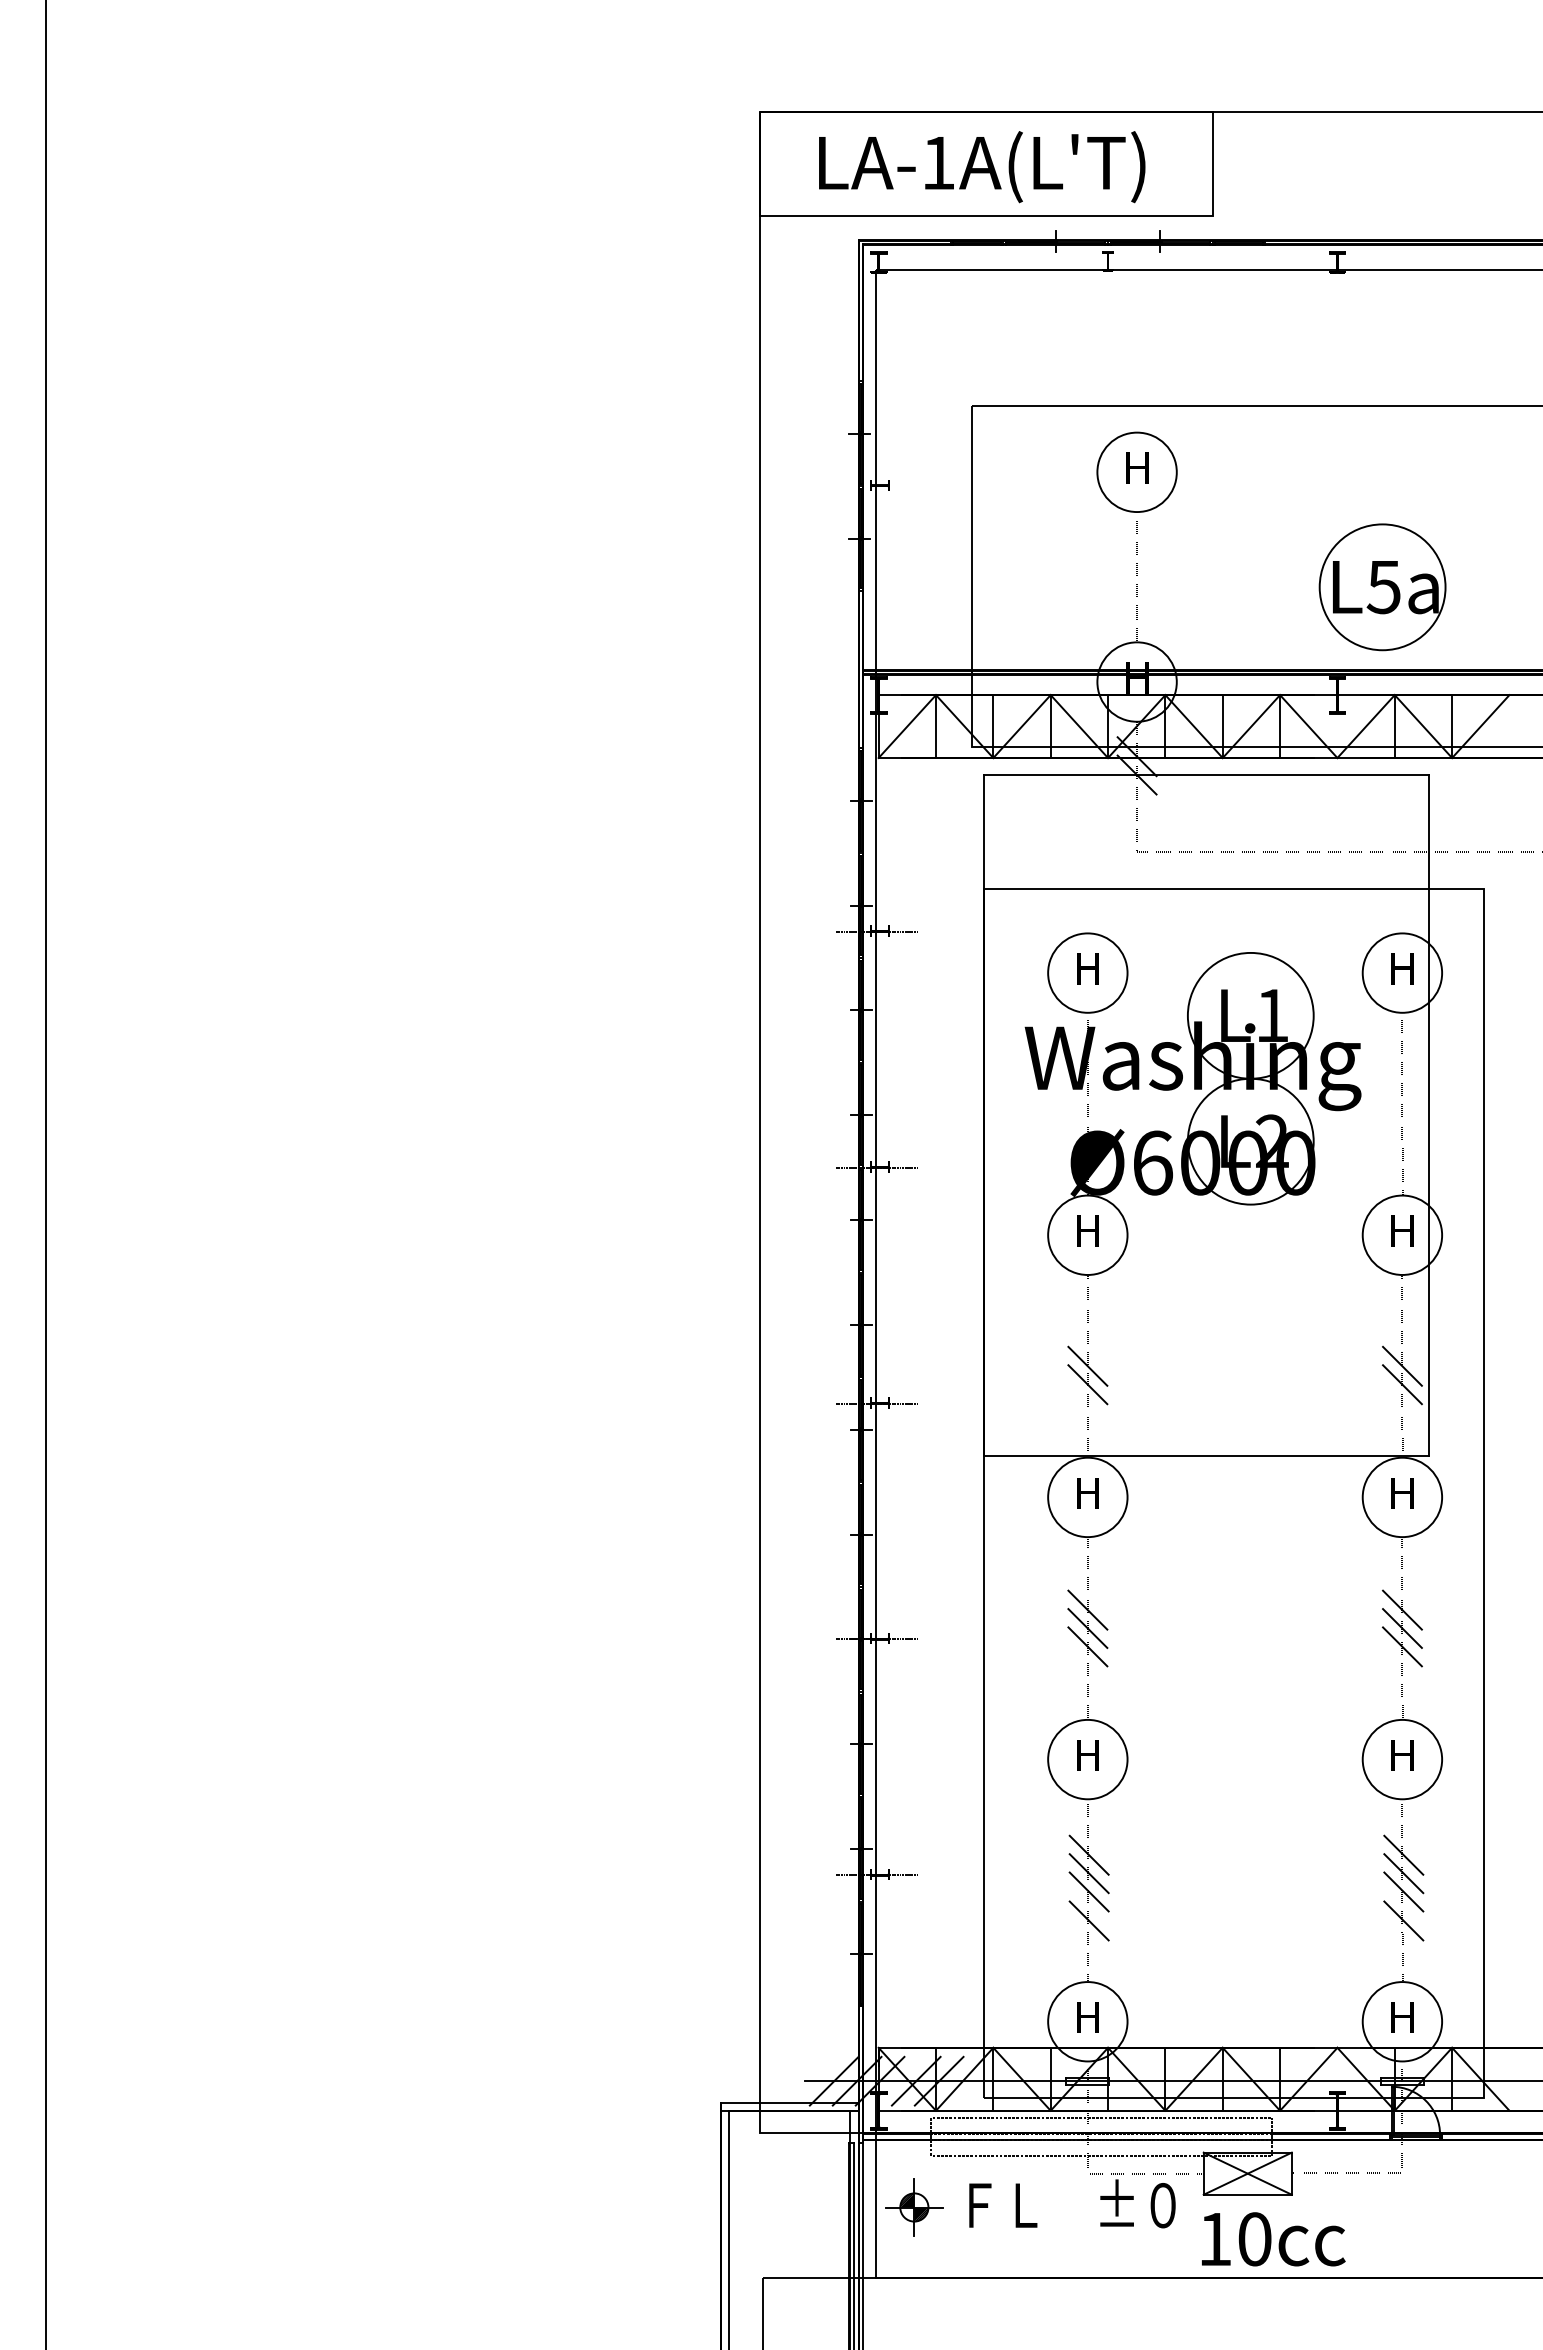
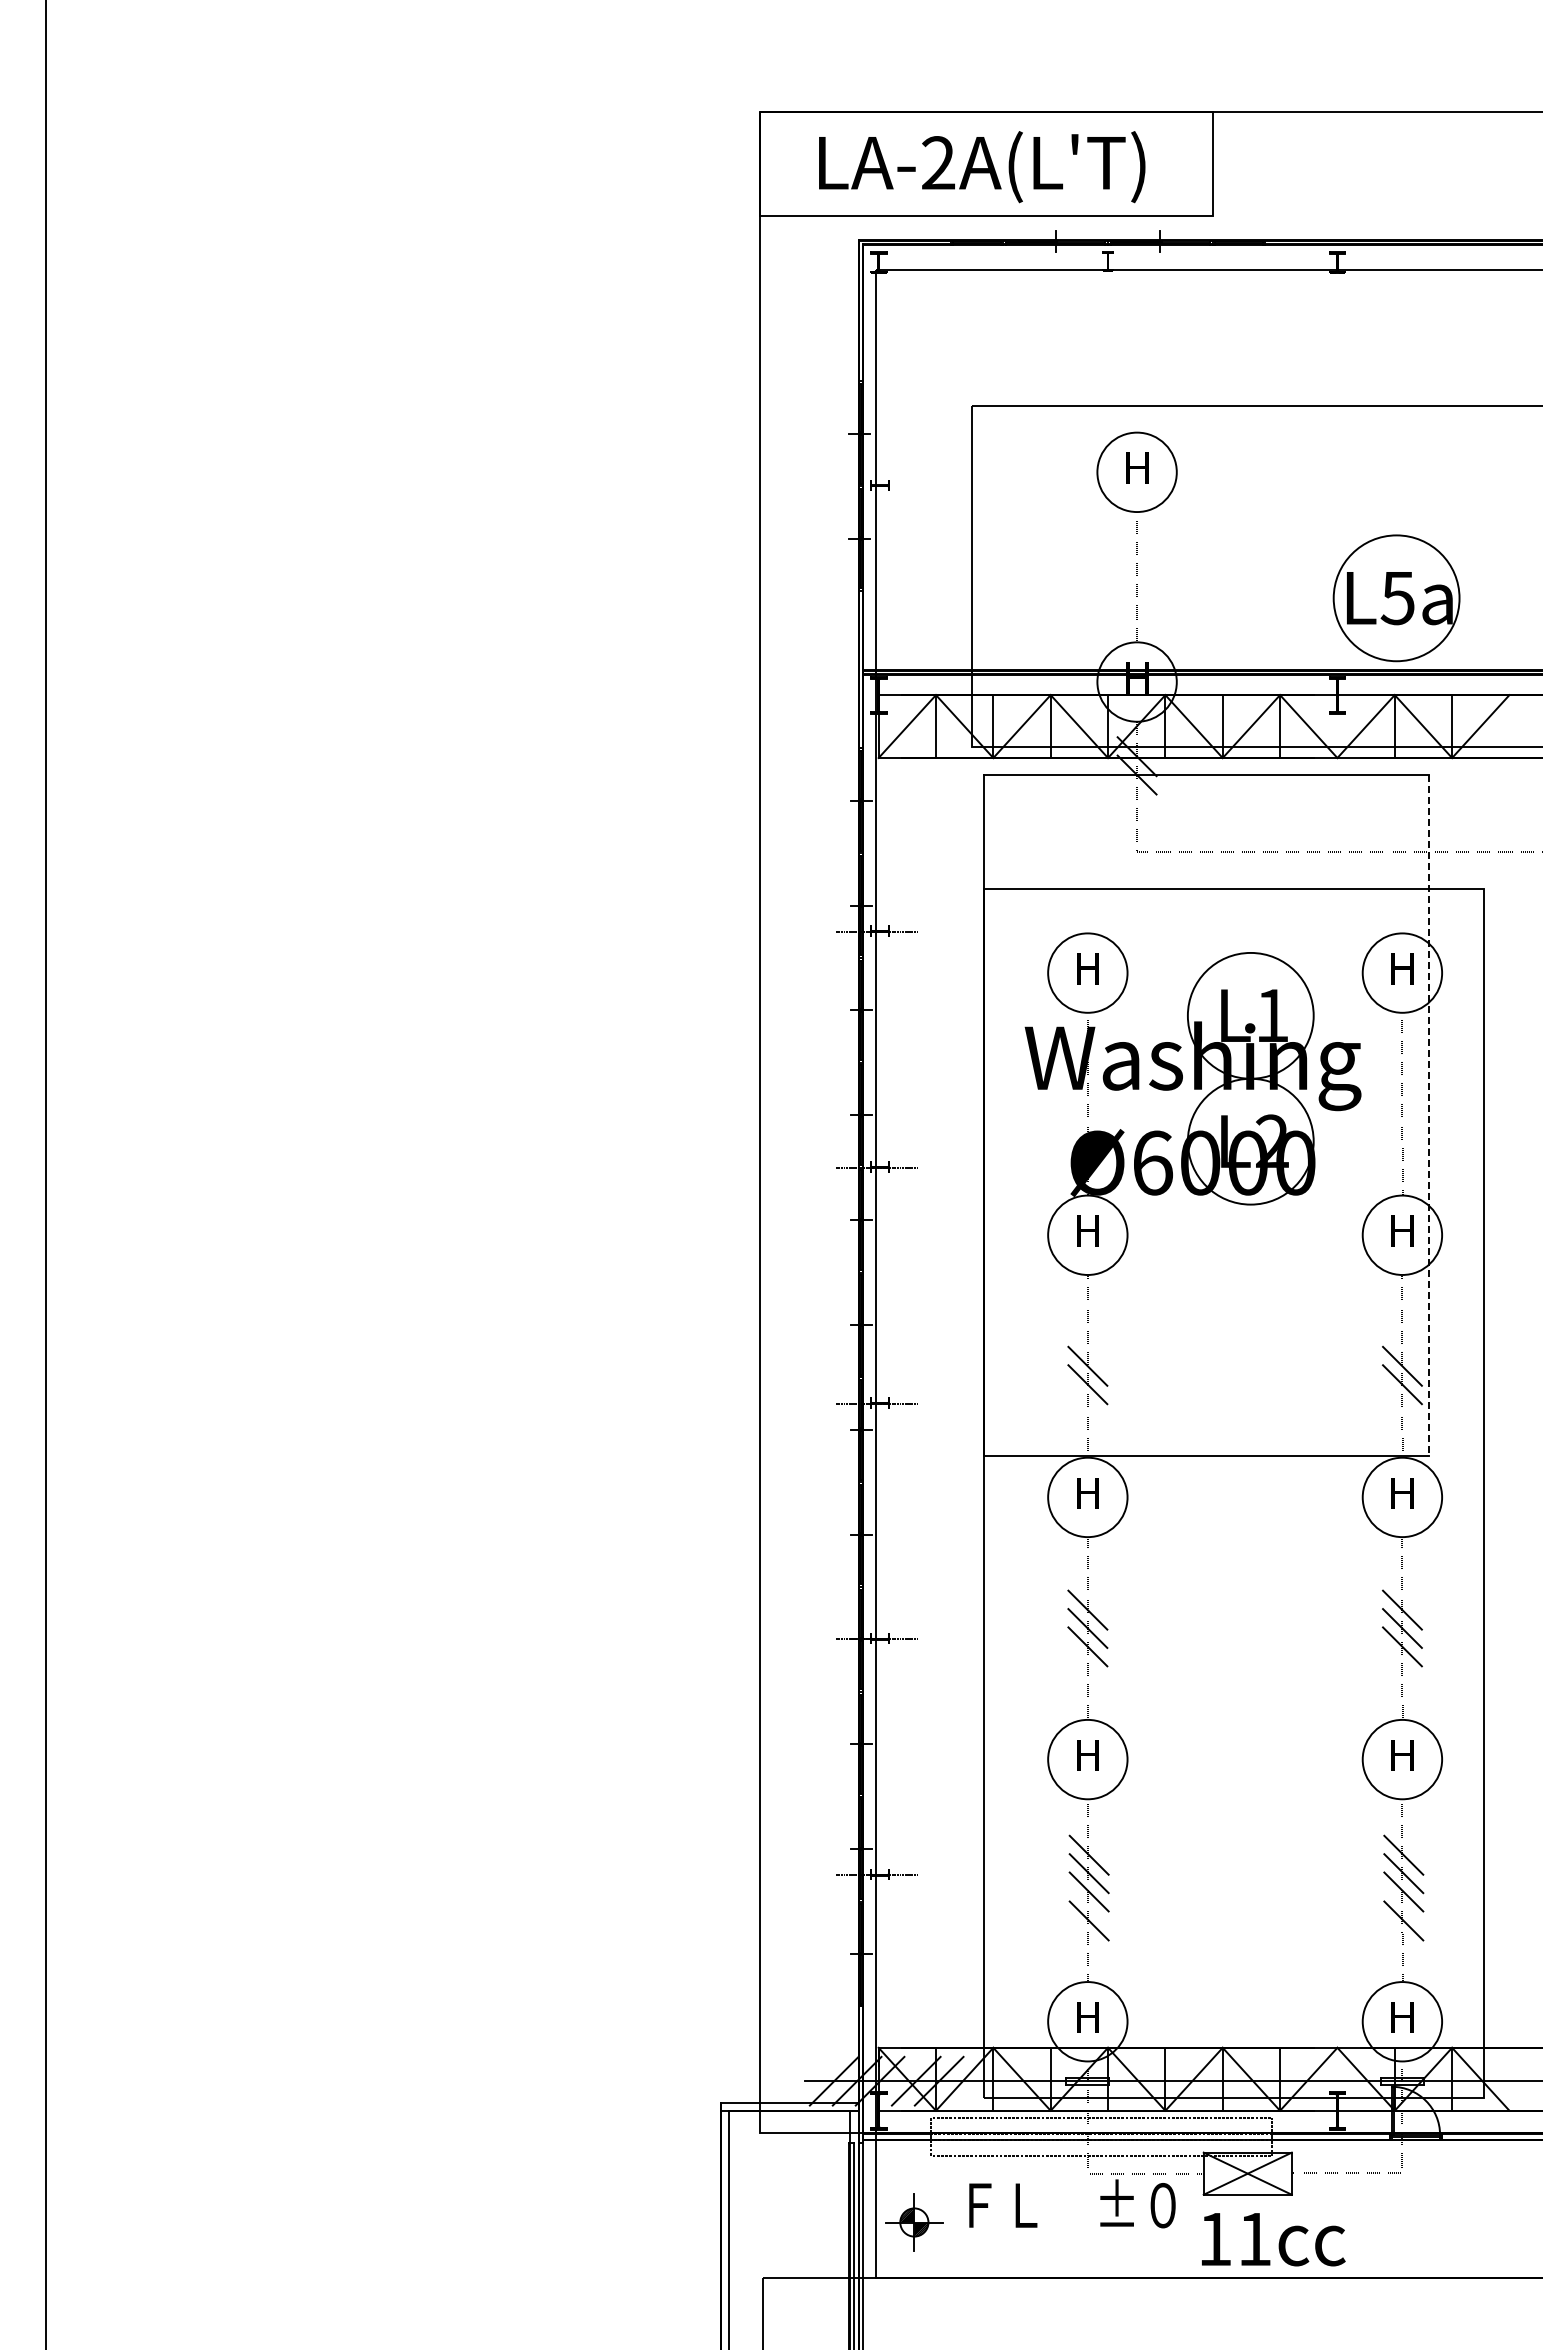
text at (938, 162): LA-1A(L'T) -> LA-2A(L'T)
part at (1382, 587) position: (1382, 587) -> (1396, 598)
line at (1429, 1115): solid -> dashed
part at (914, 2207) position: (914, 2207) -> (914, 2222)
text at (1254, 2239): 10cc -> 11cc
